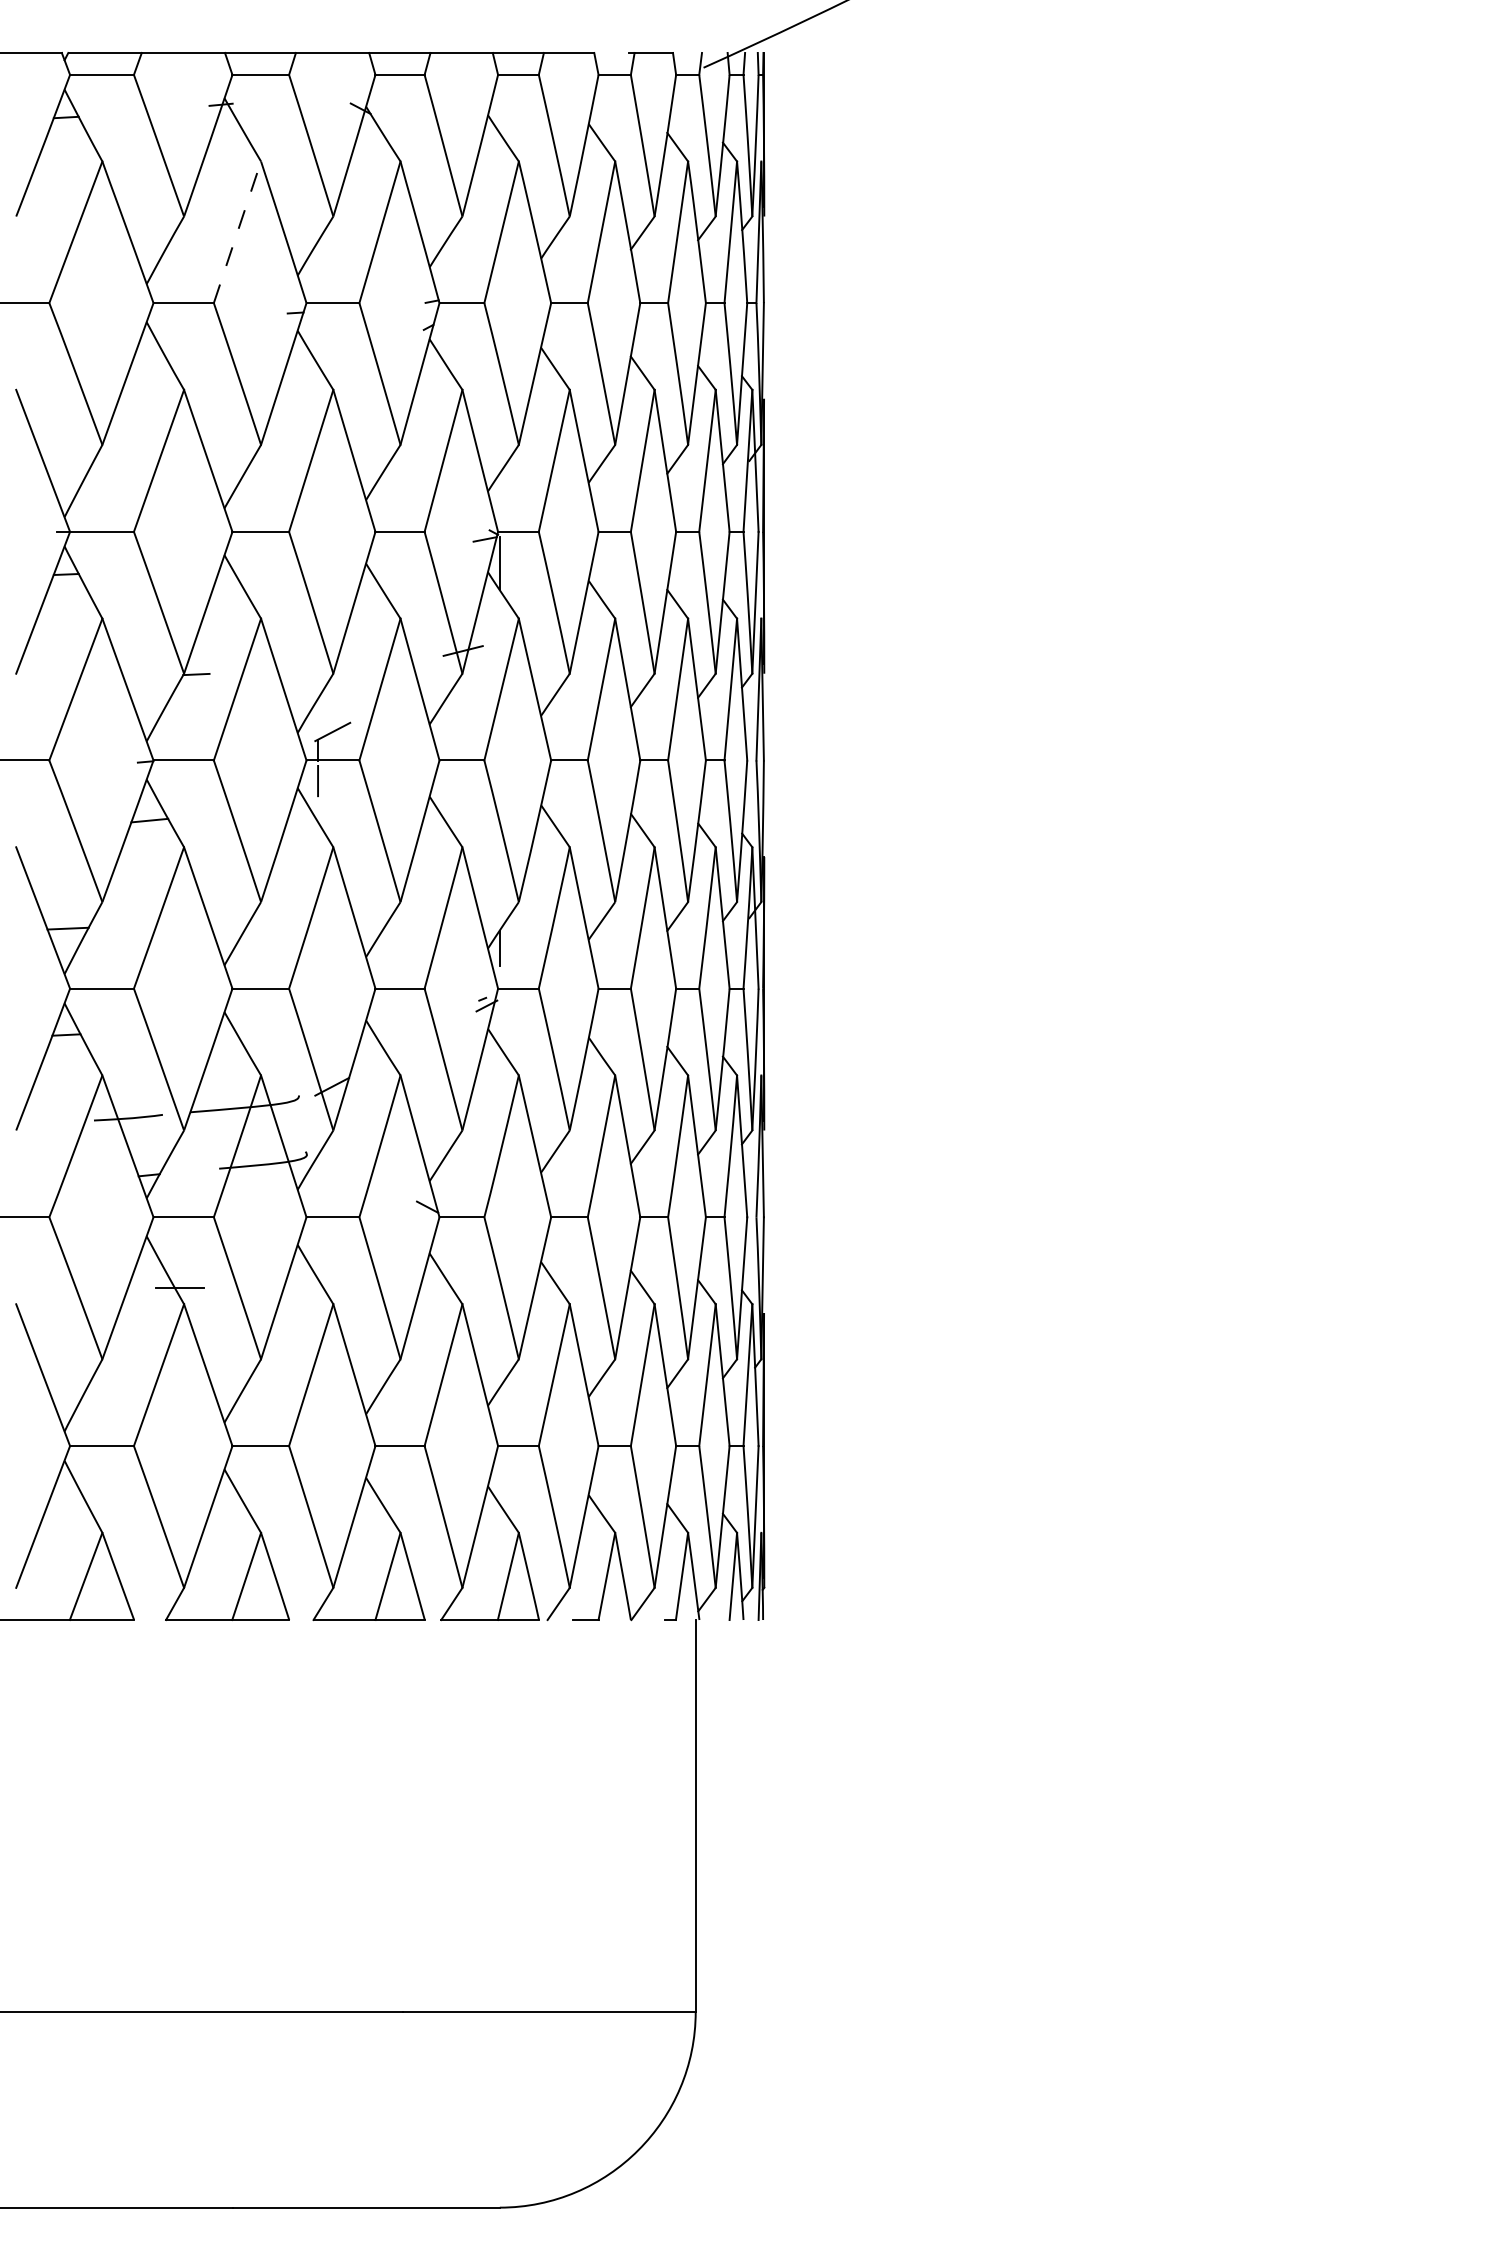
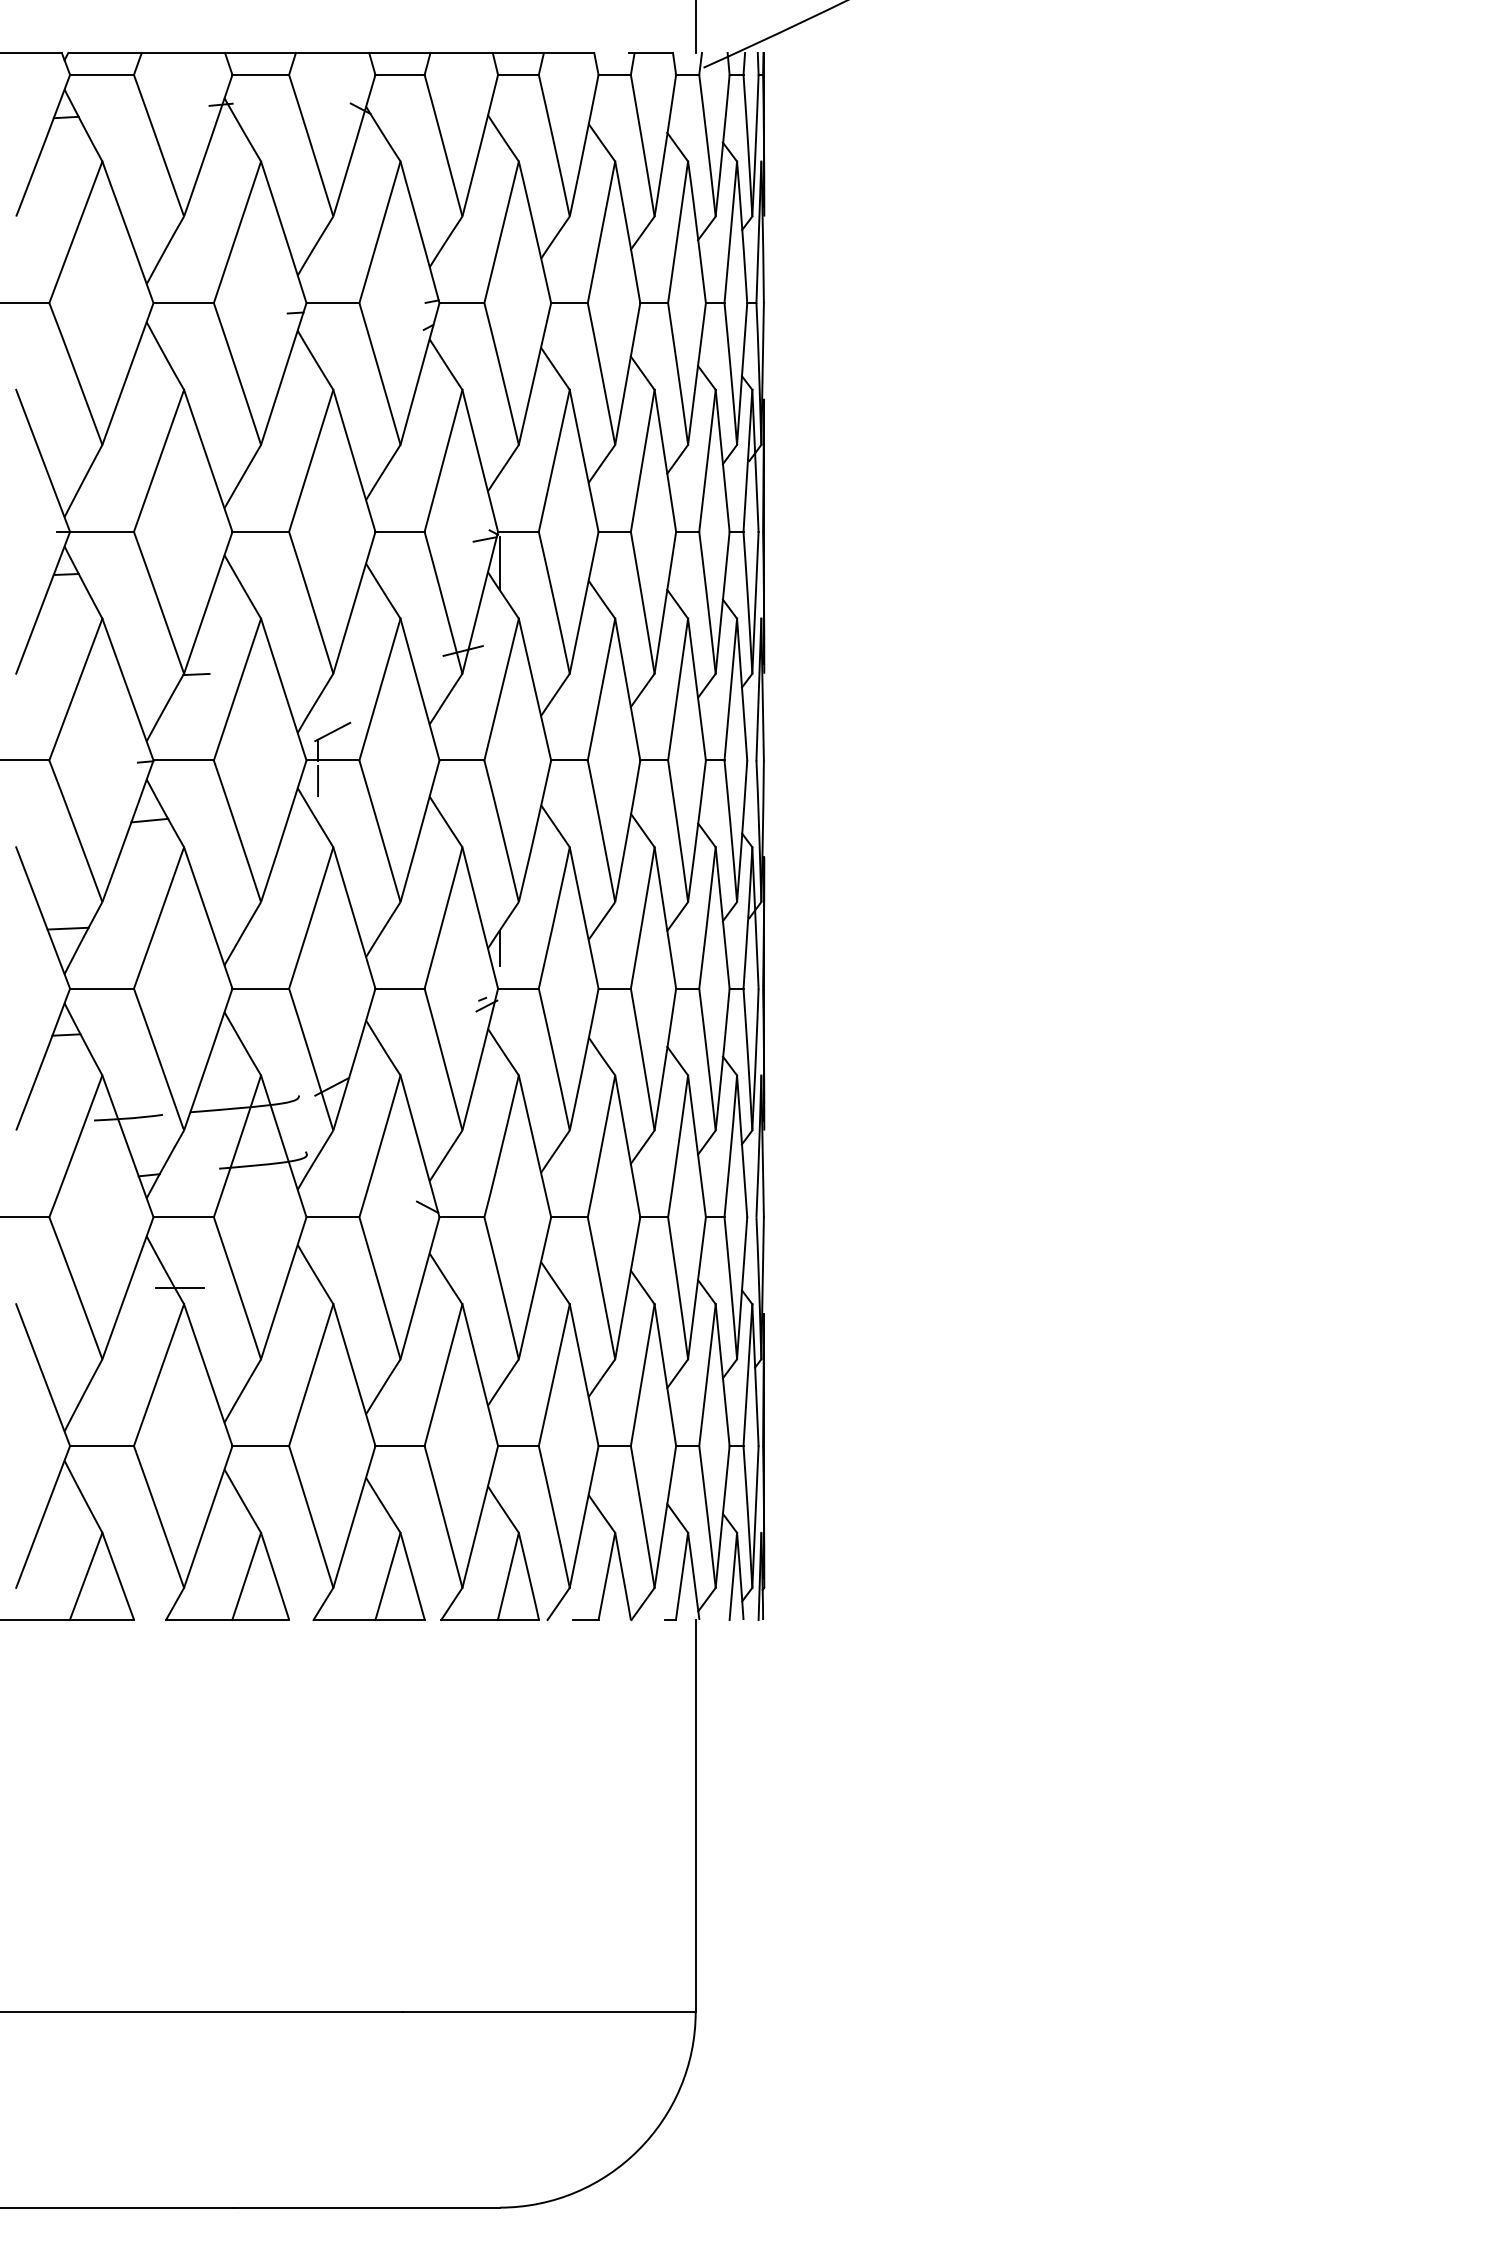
line at (695, 27): none -> present
line at (237, 232): dashed -> solid
